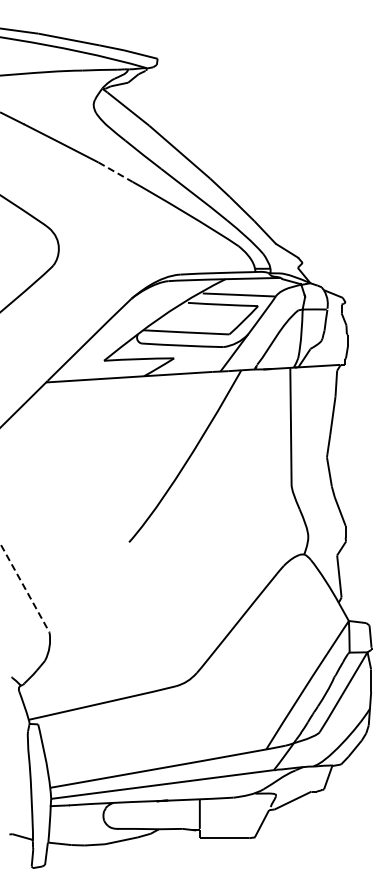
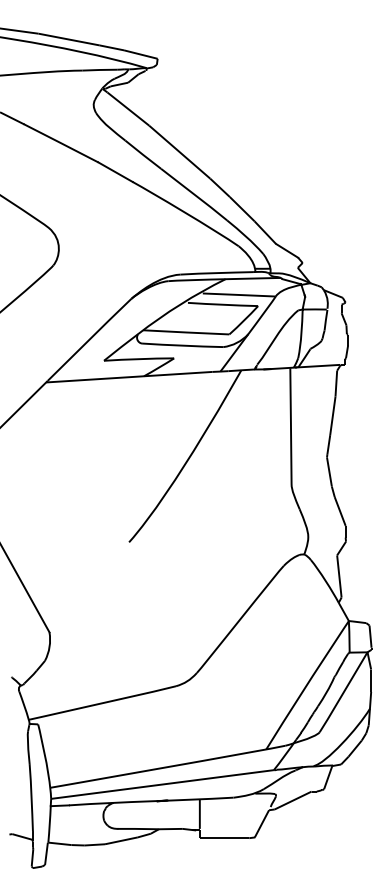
line at (115, 172): dashed -> solid
line at (24, 587): dashed -> solid
